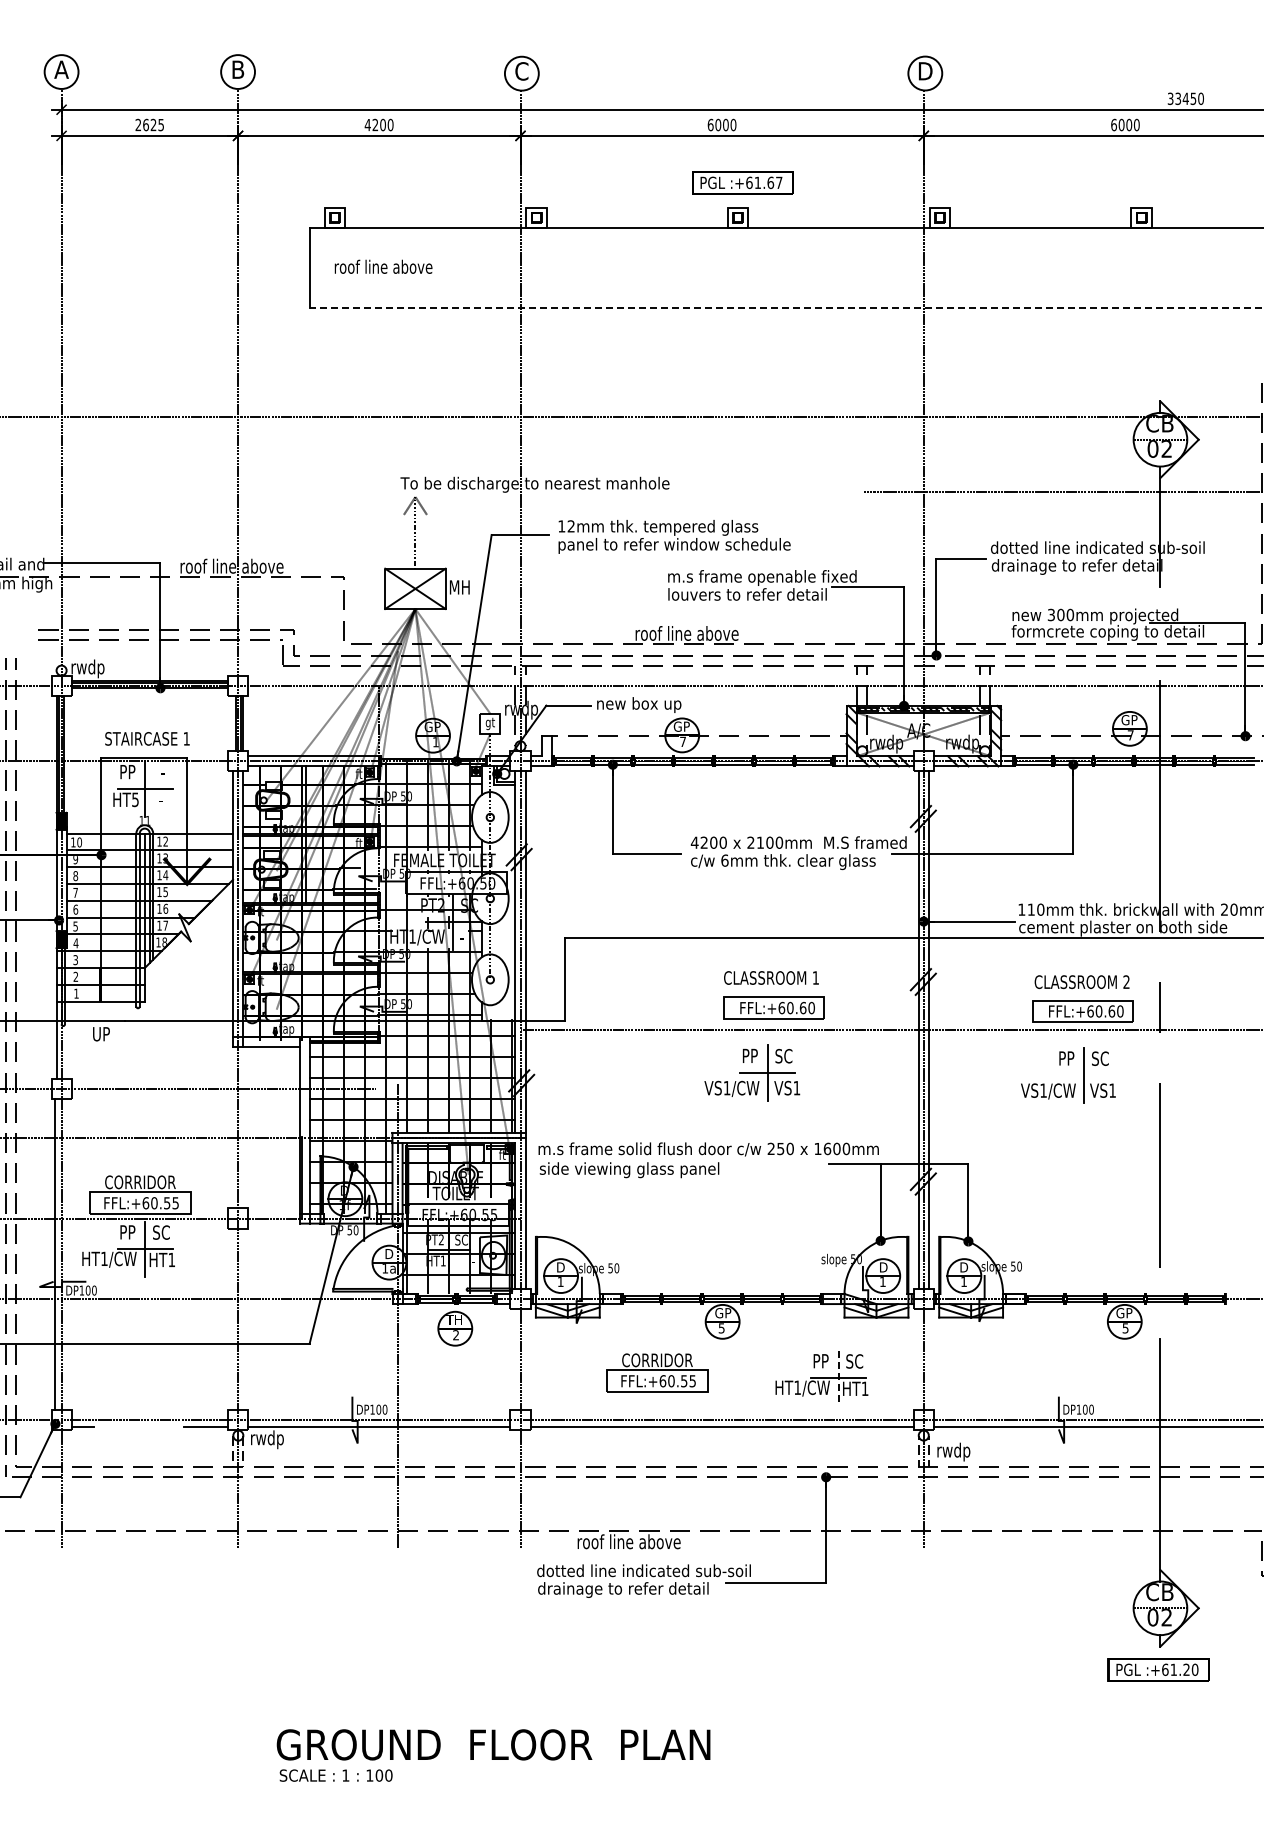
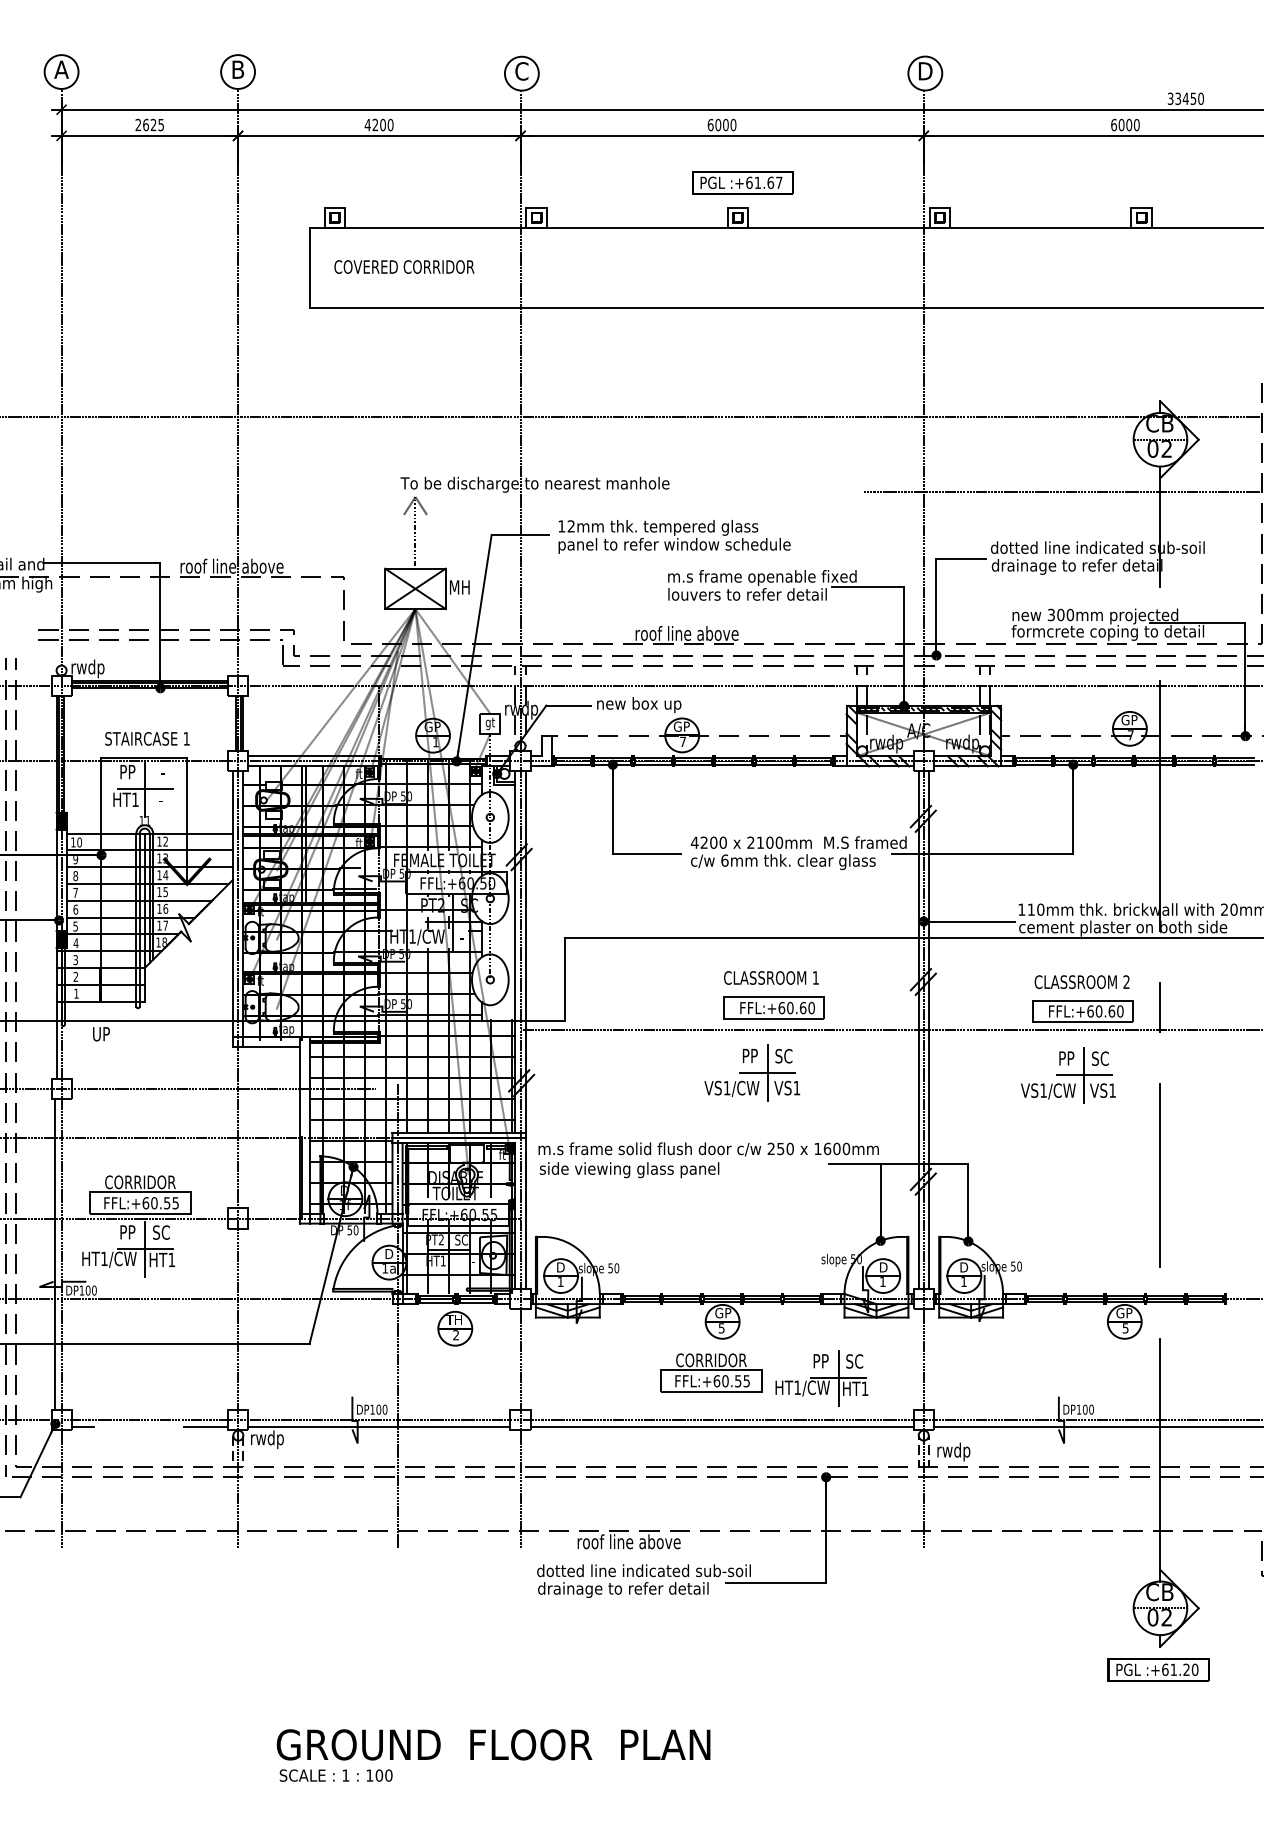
text at (404, 266): roof line above -> COVERED CORRIDOR
line at (787, 308): dashed -> solid
text at (135, 799): HT5 -> HT1
line at (1083, 1075): none -> present
part at (657, 1372) position: (657, 1372) -> (711, 1372)
line at (838, 1378): dashed -> solid
